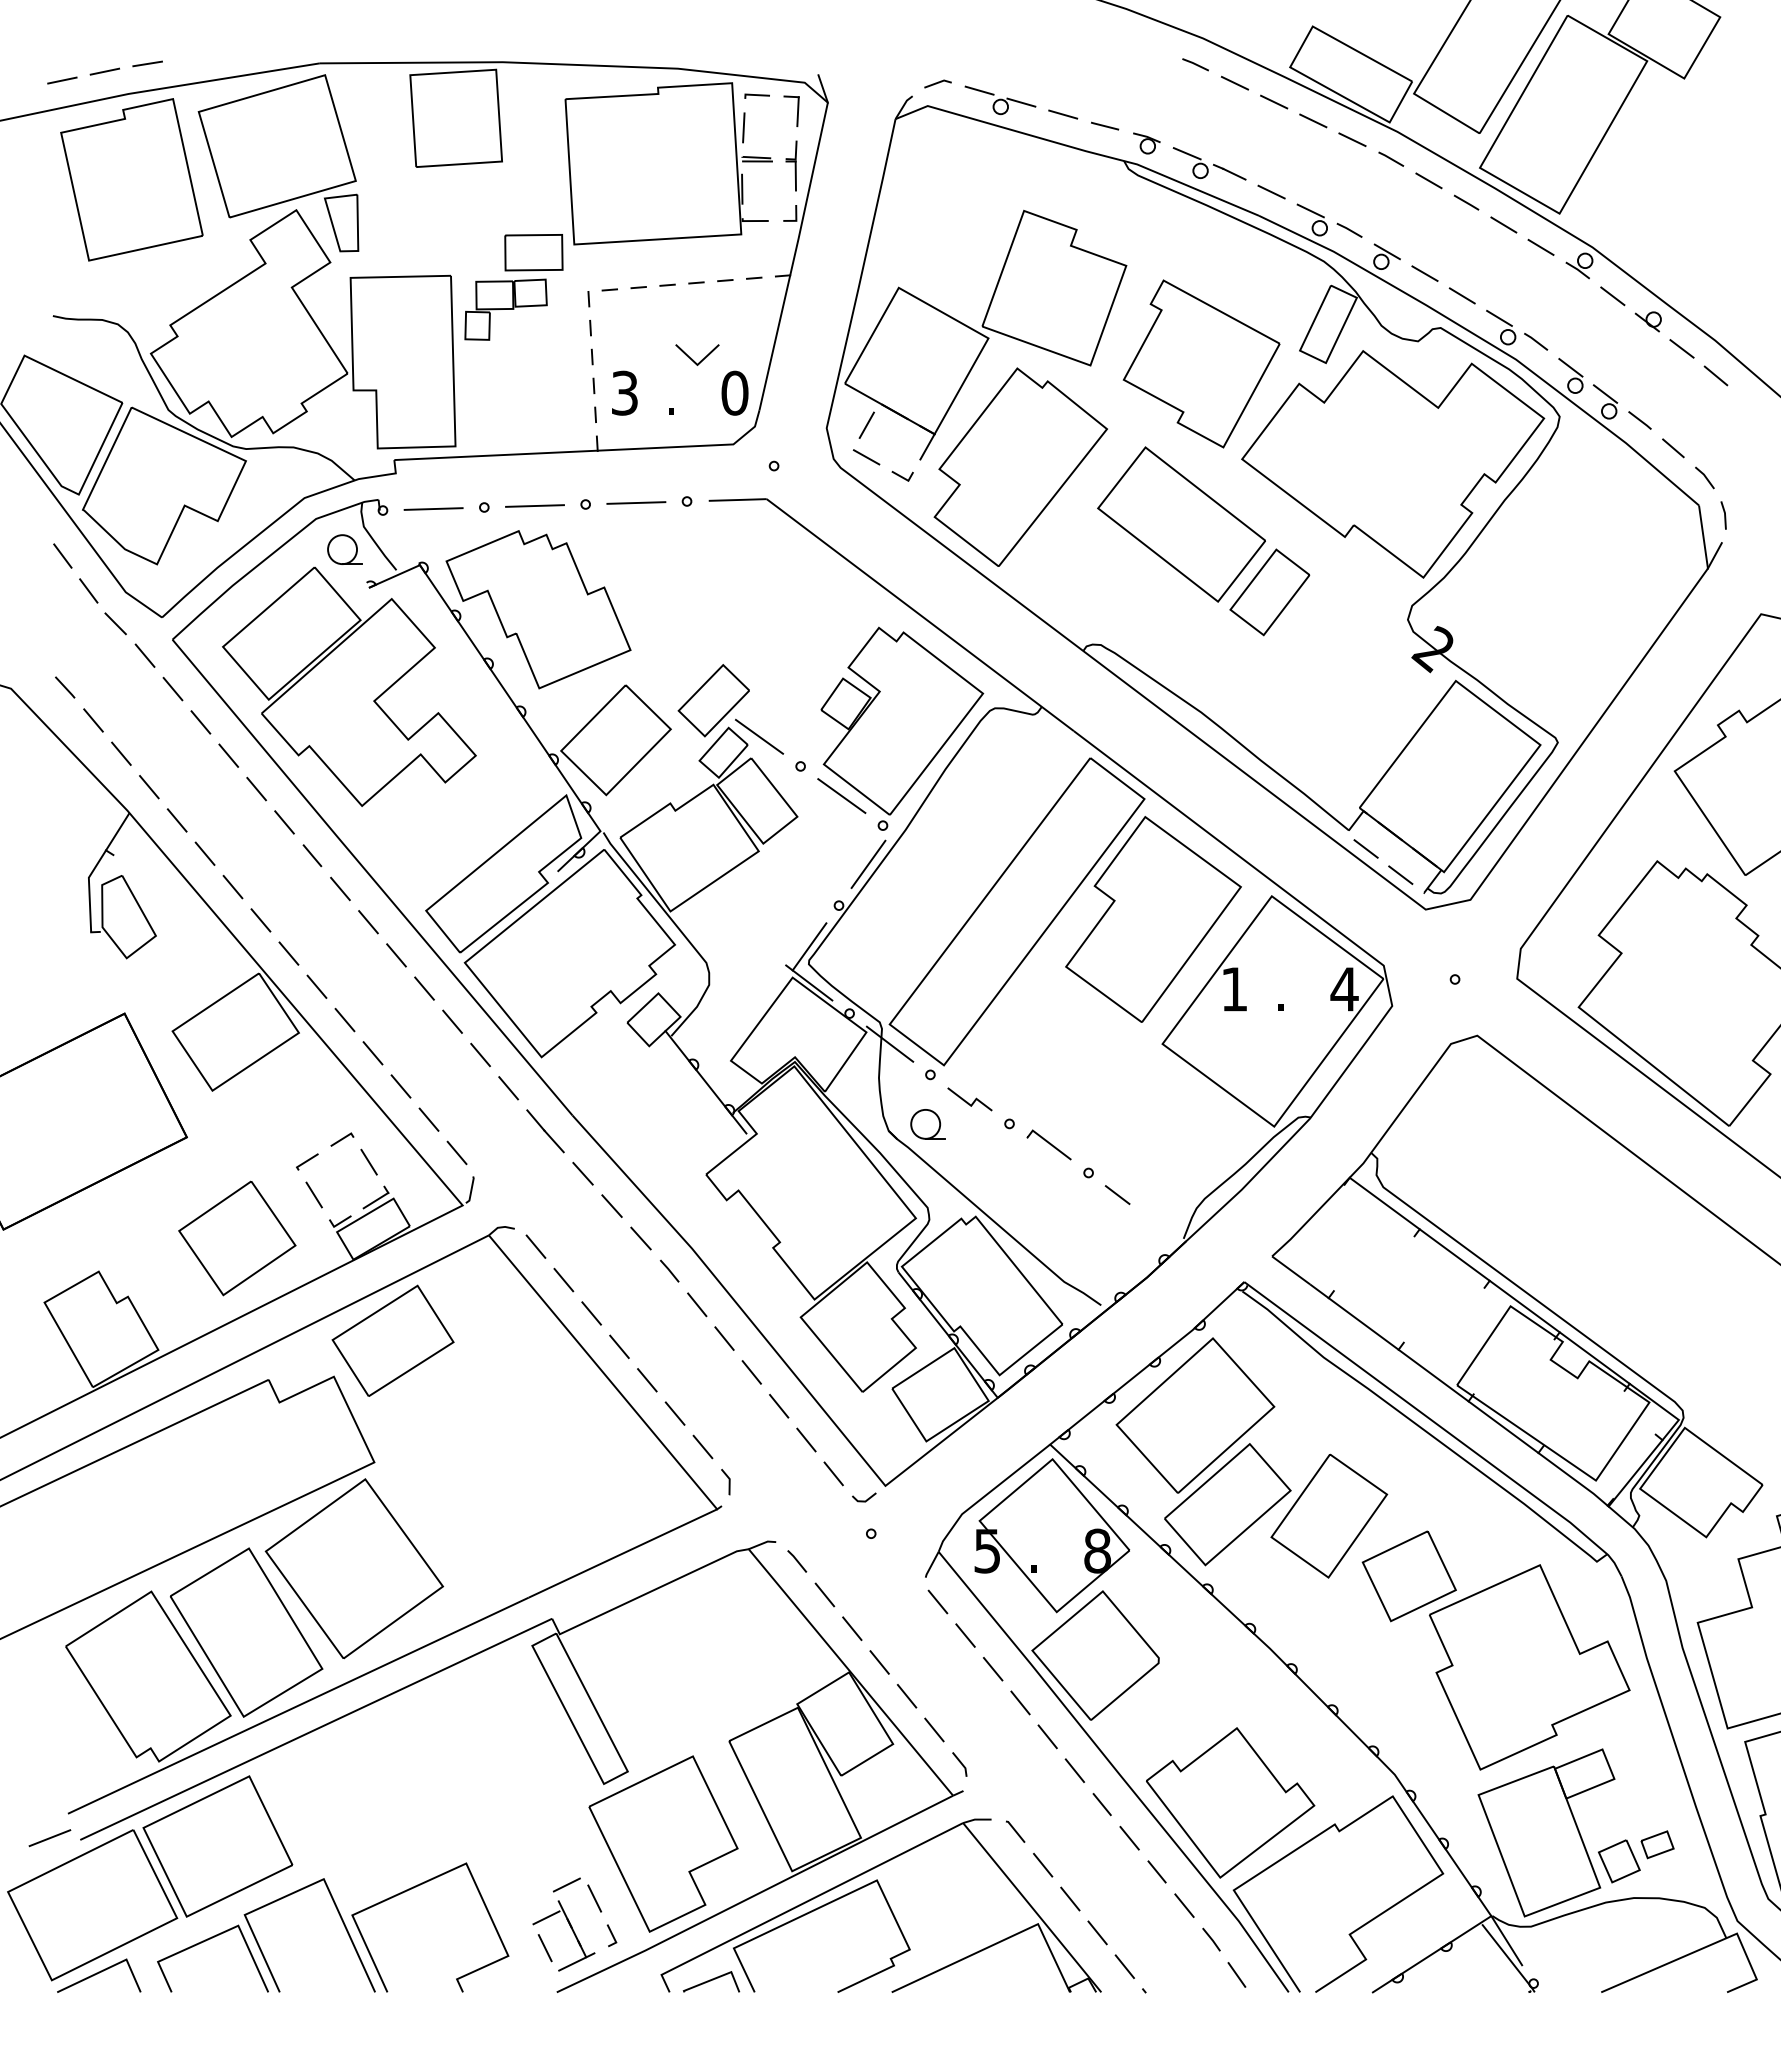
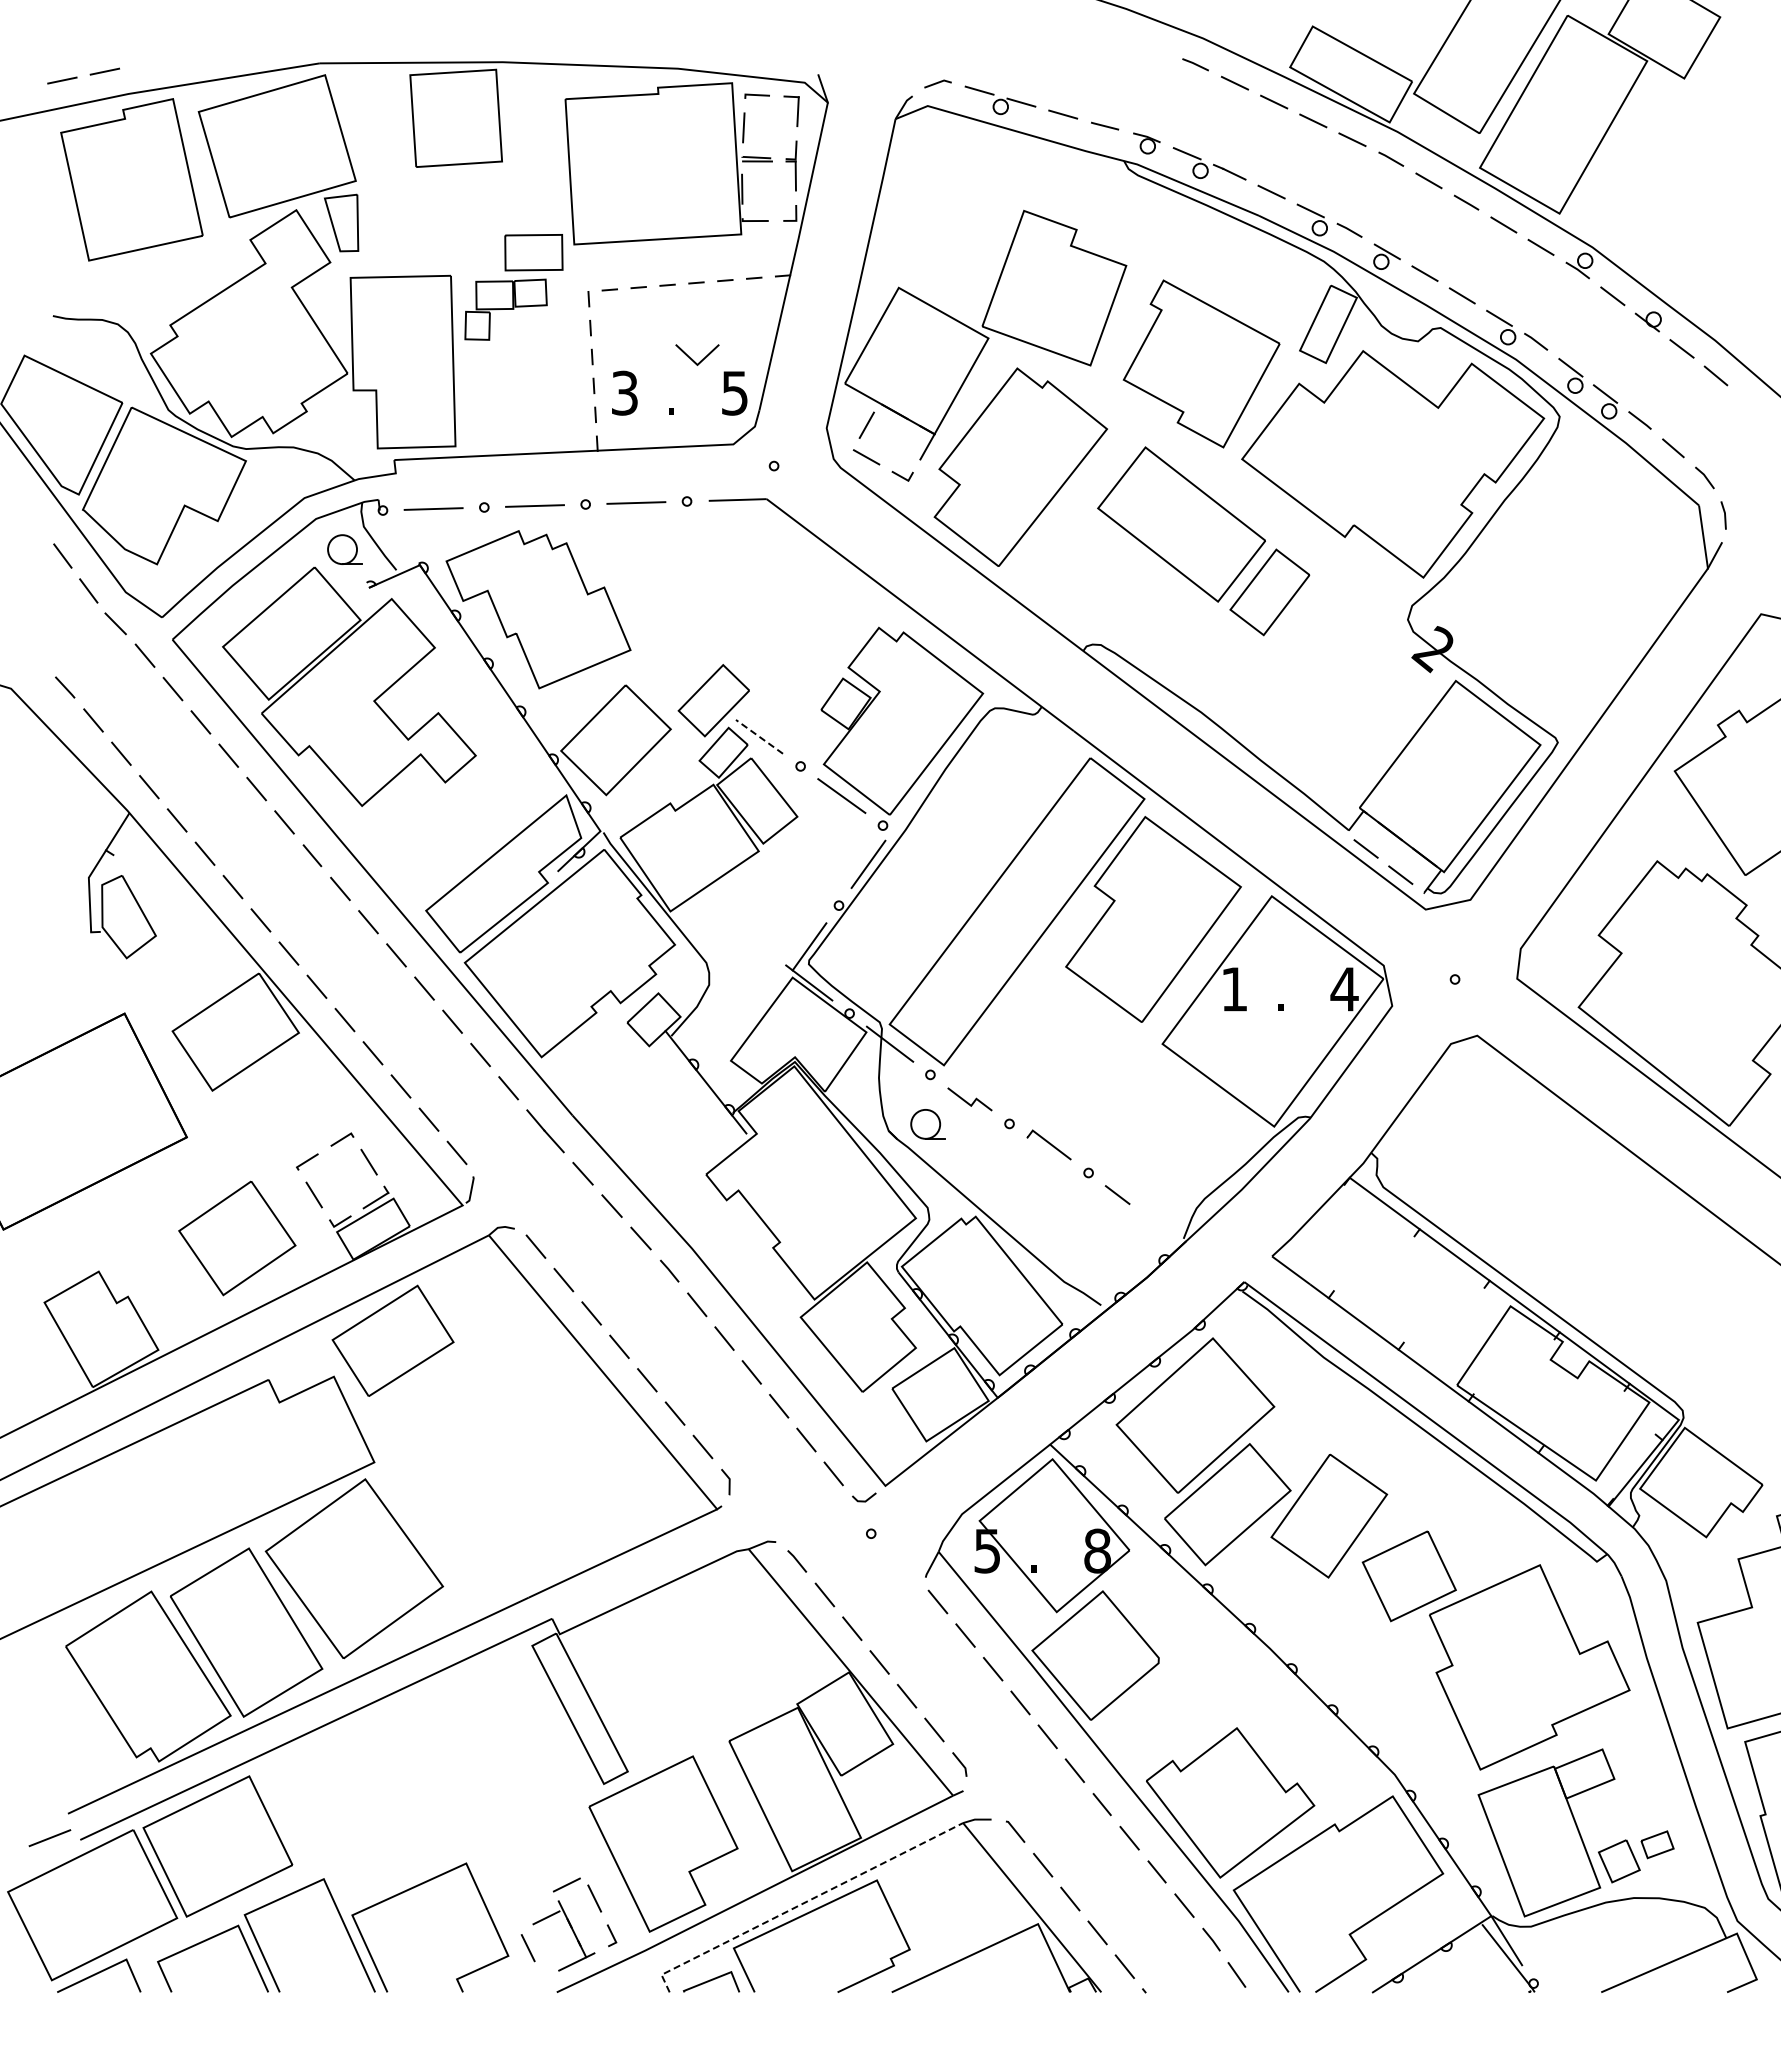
line at (147, 63): present -> none
text at (734, 392): 0 -> 5
line at (759, 736): solid -> dashed
line at (803, 1903): solid -> dashed
line at (544, 1948) position: (544, 1948) -> (527, 1948)
